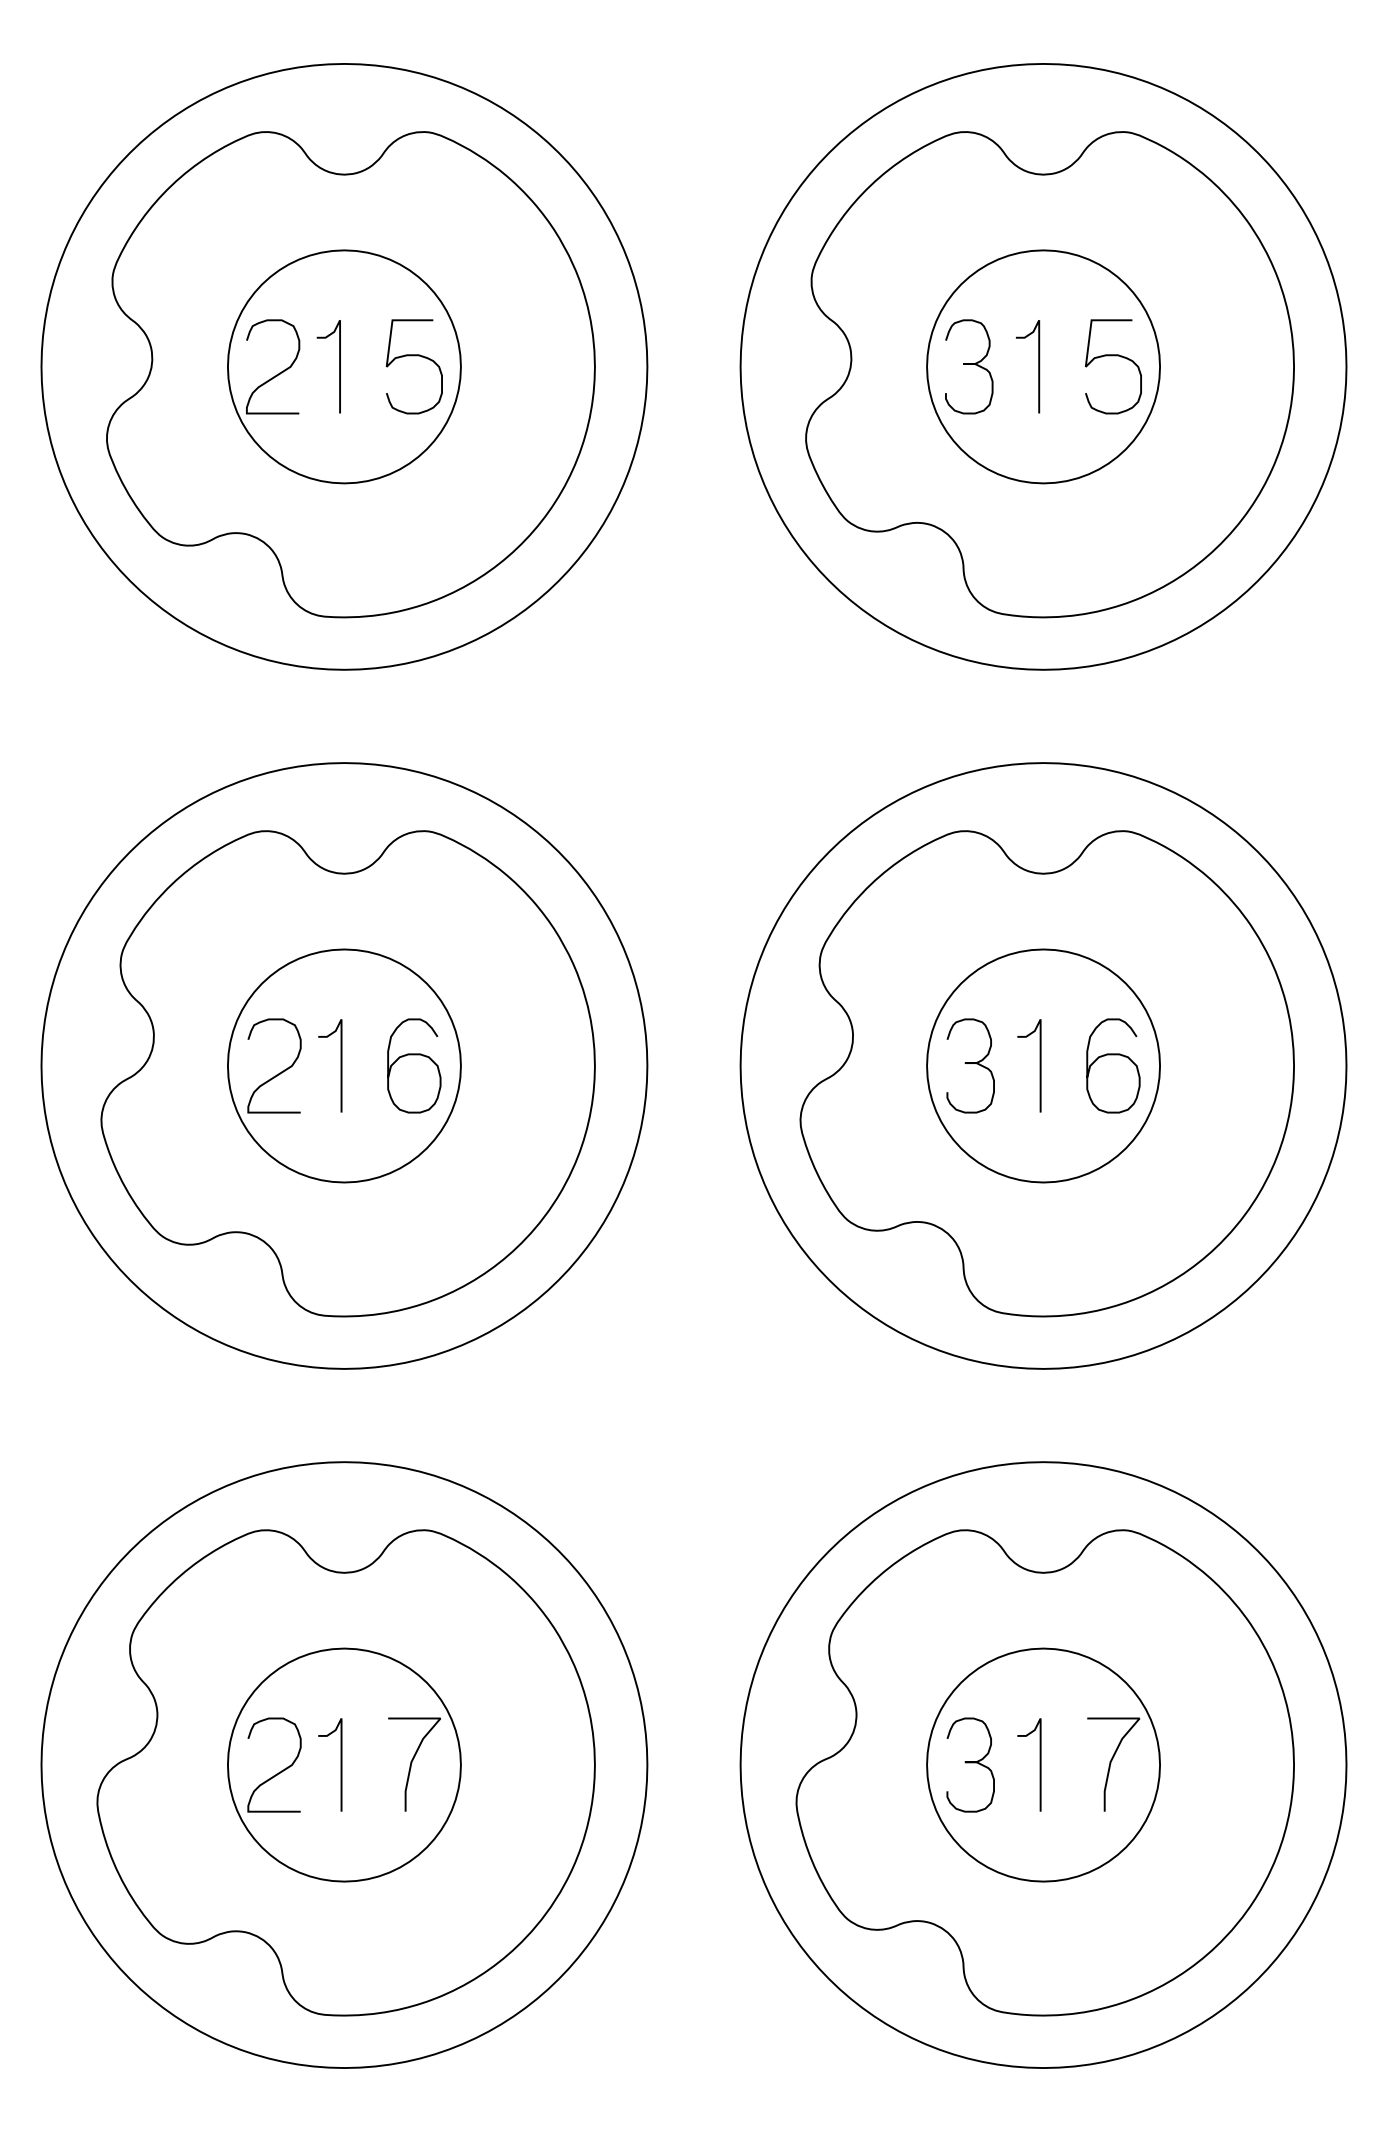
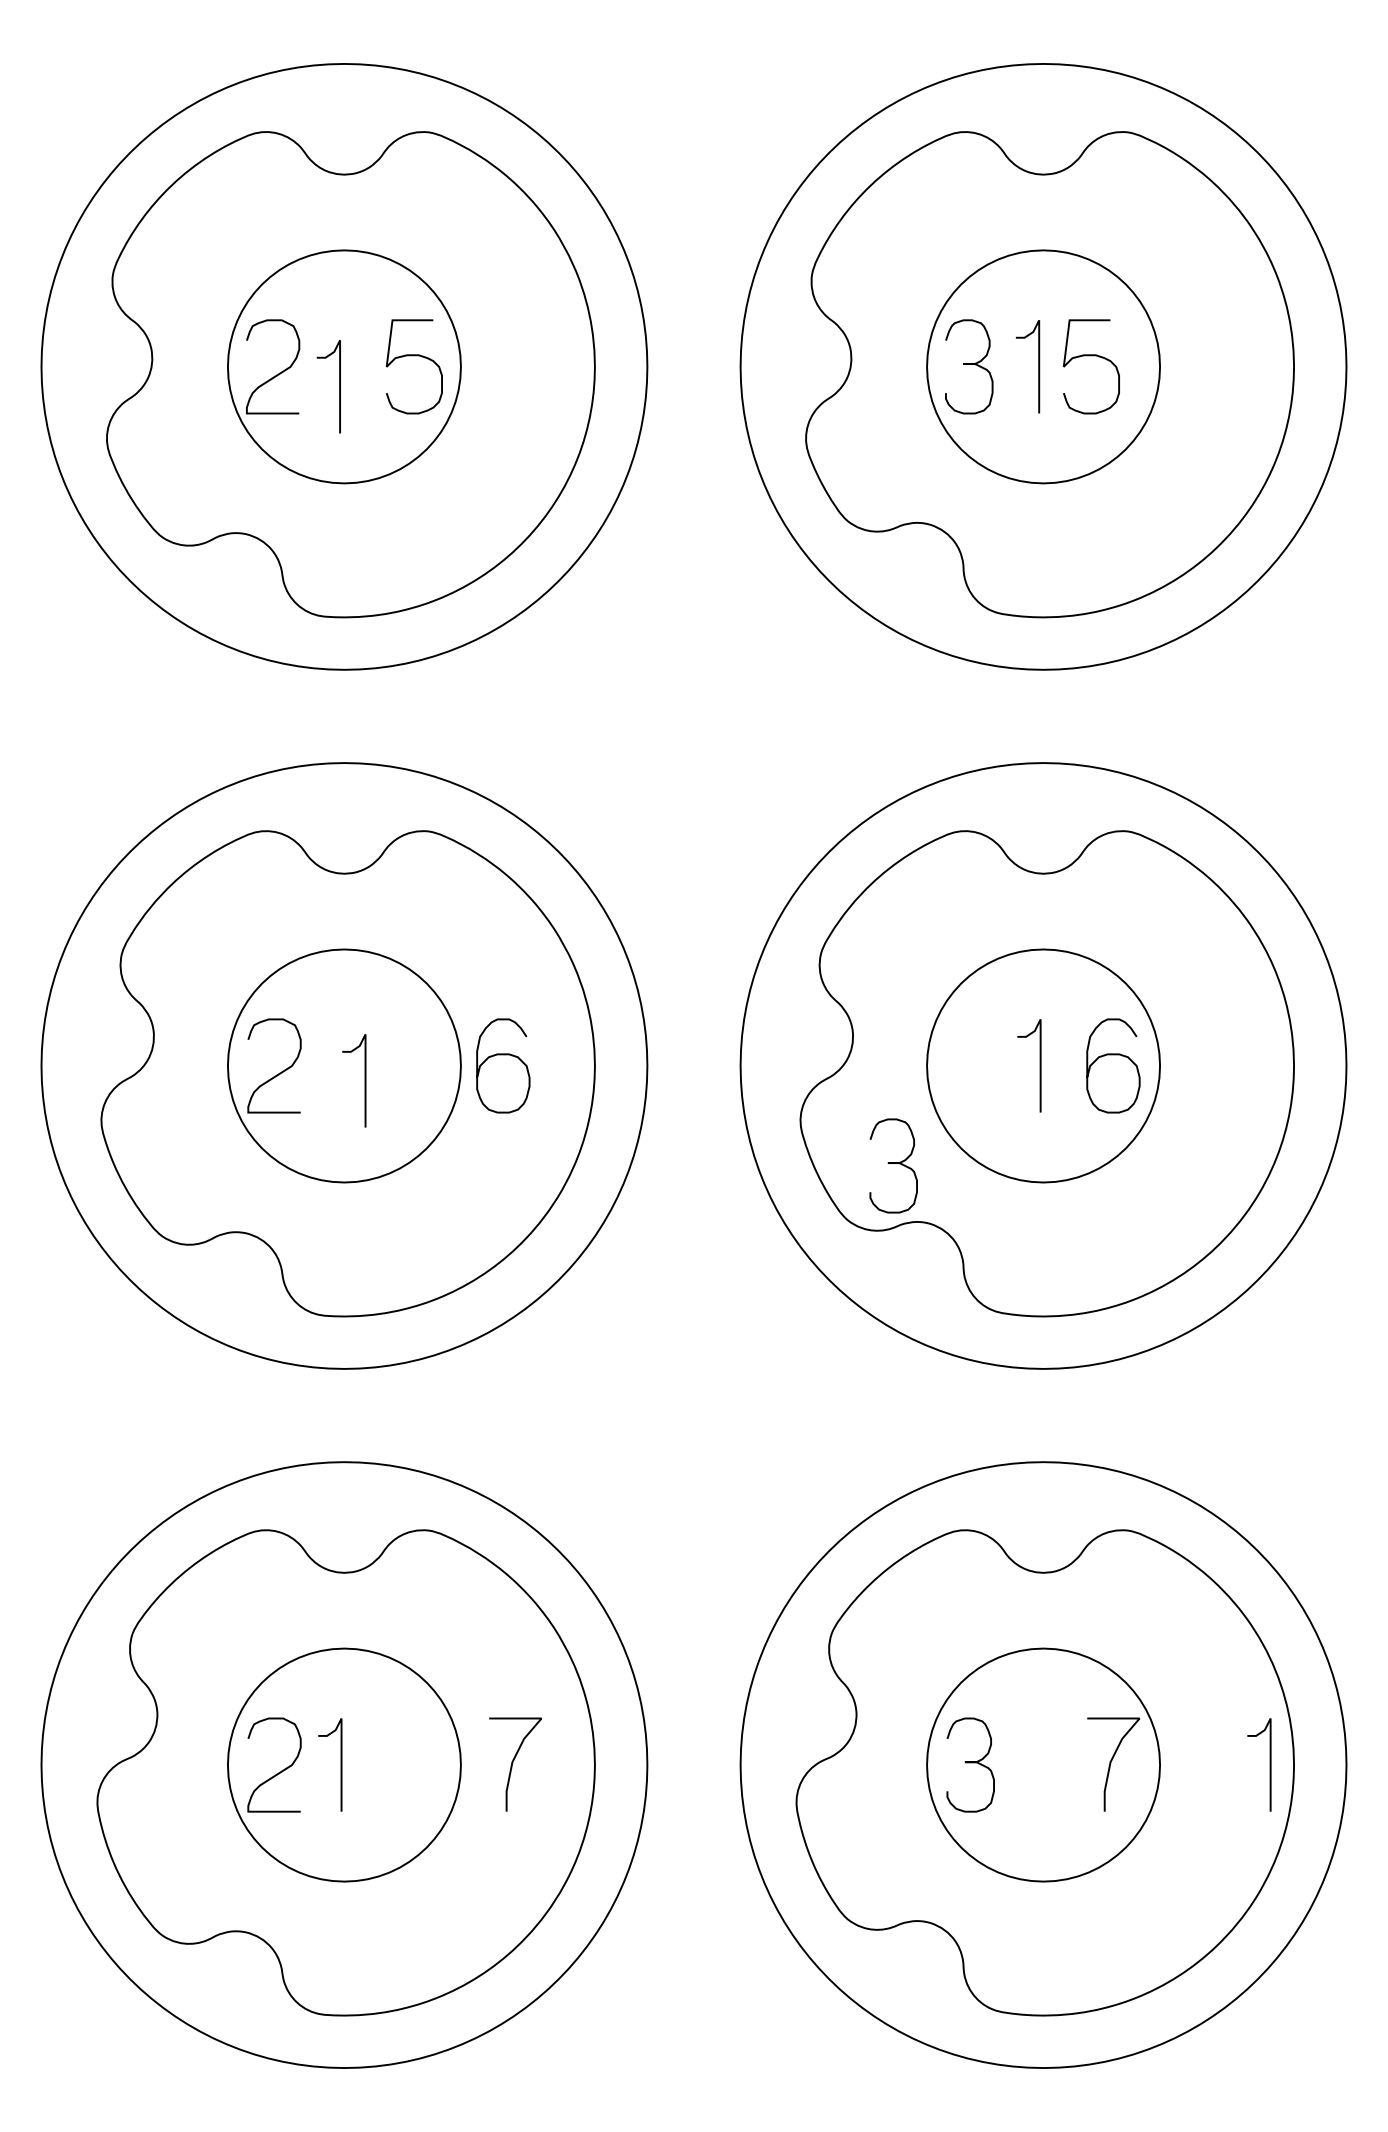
curve at (1113, 356) position: (1113, 356) -> (1091, 356)
curve at (339, 366) position: (339, 366) -> (339, 386)
curve at (414, 1055) position: (414, 1055) -> (503, 1055)
curve at (970, 1063) position: (970, 1063) -> (893, 1163)
curve at (340, 1065) position: (340, 1065) -> (364, 1080)
curve at (412, 1763) position: (412, 1763) -> (513, 1763)
curve at (1039, 1764) position: (1039, 1764) -> (1269, 1764)
